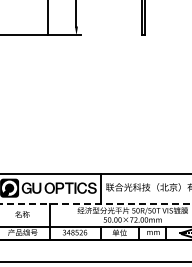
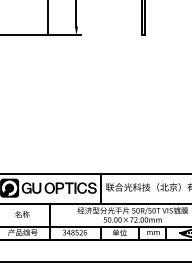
line at (96, 203): dashed -> solid
